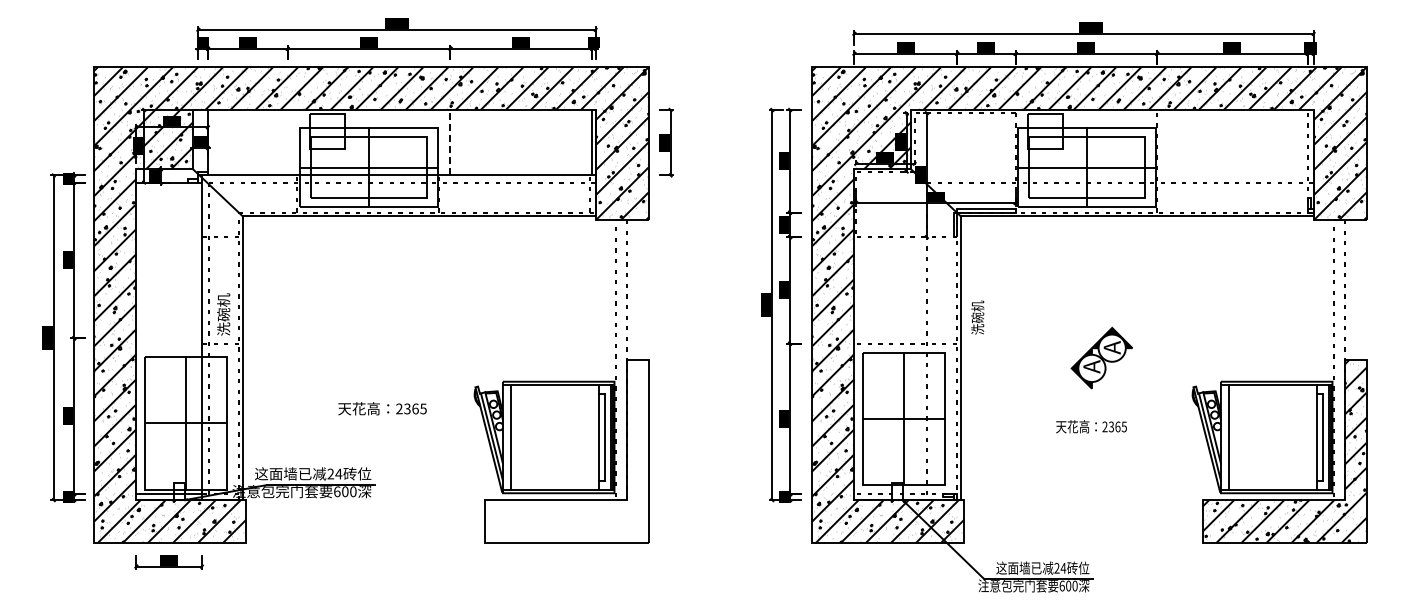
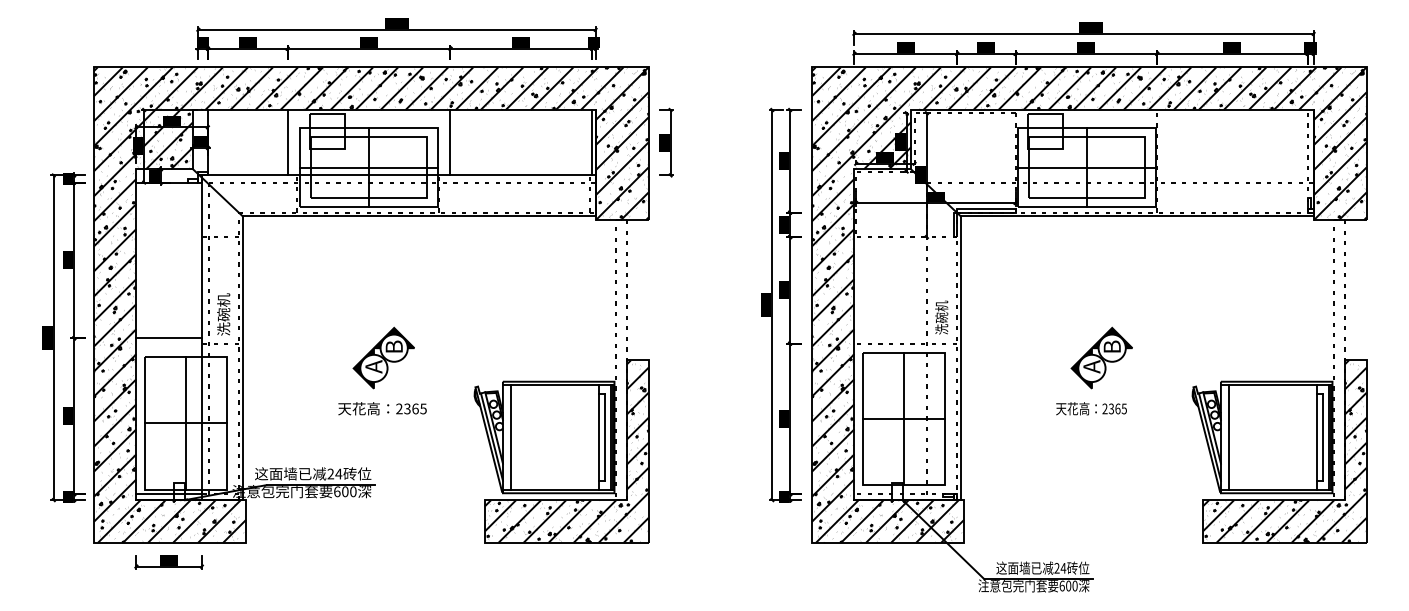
line at (287, 142): none -> present
line at (450, 142): dashed -> solid
text at (977, 317) position: (977, 317) -> (941, 317)
line at (168, 338): none -> present
text at (1111, 347): A -> B
part at (383, 357): none -> present
text at (1091, 426) position: (1091, 426) -> (1091, 408)
hatch at (566, 451): none -> present
